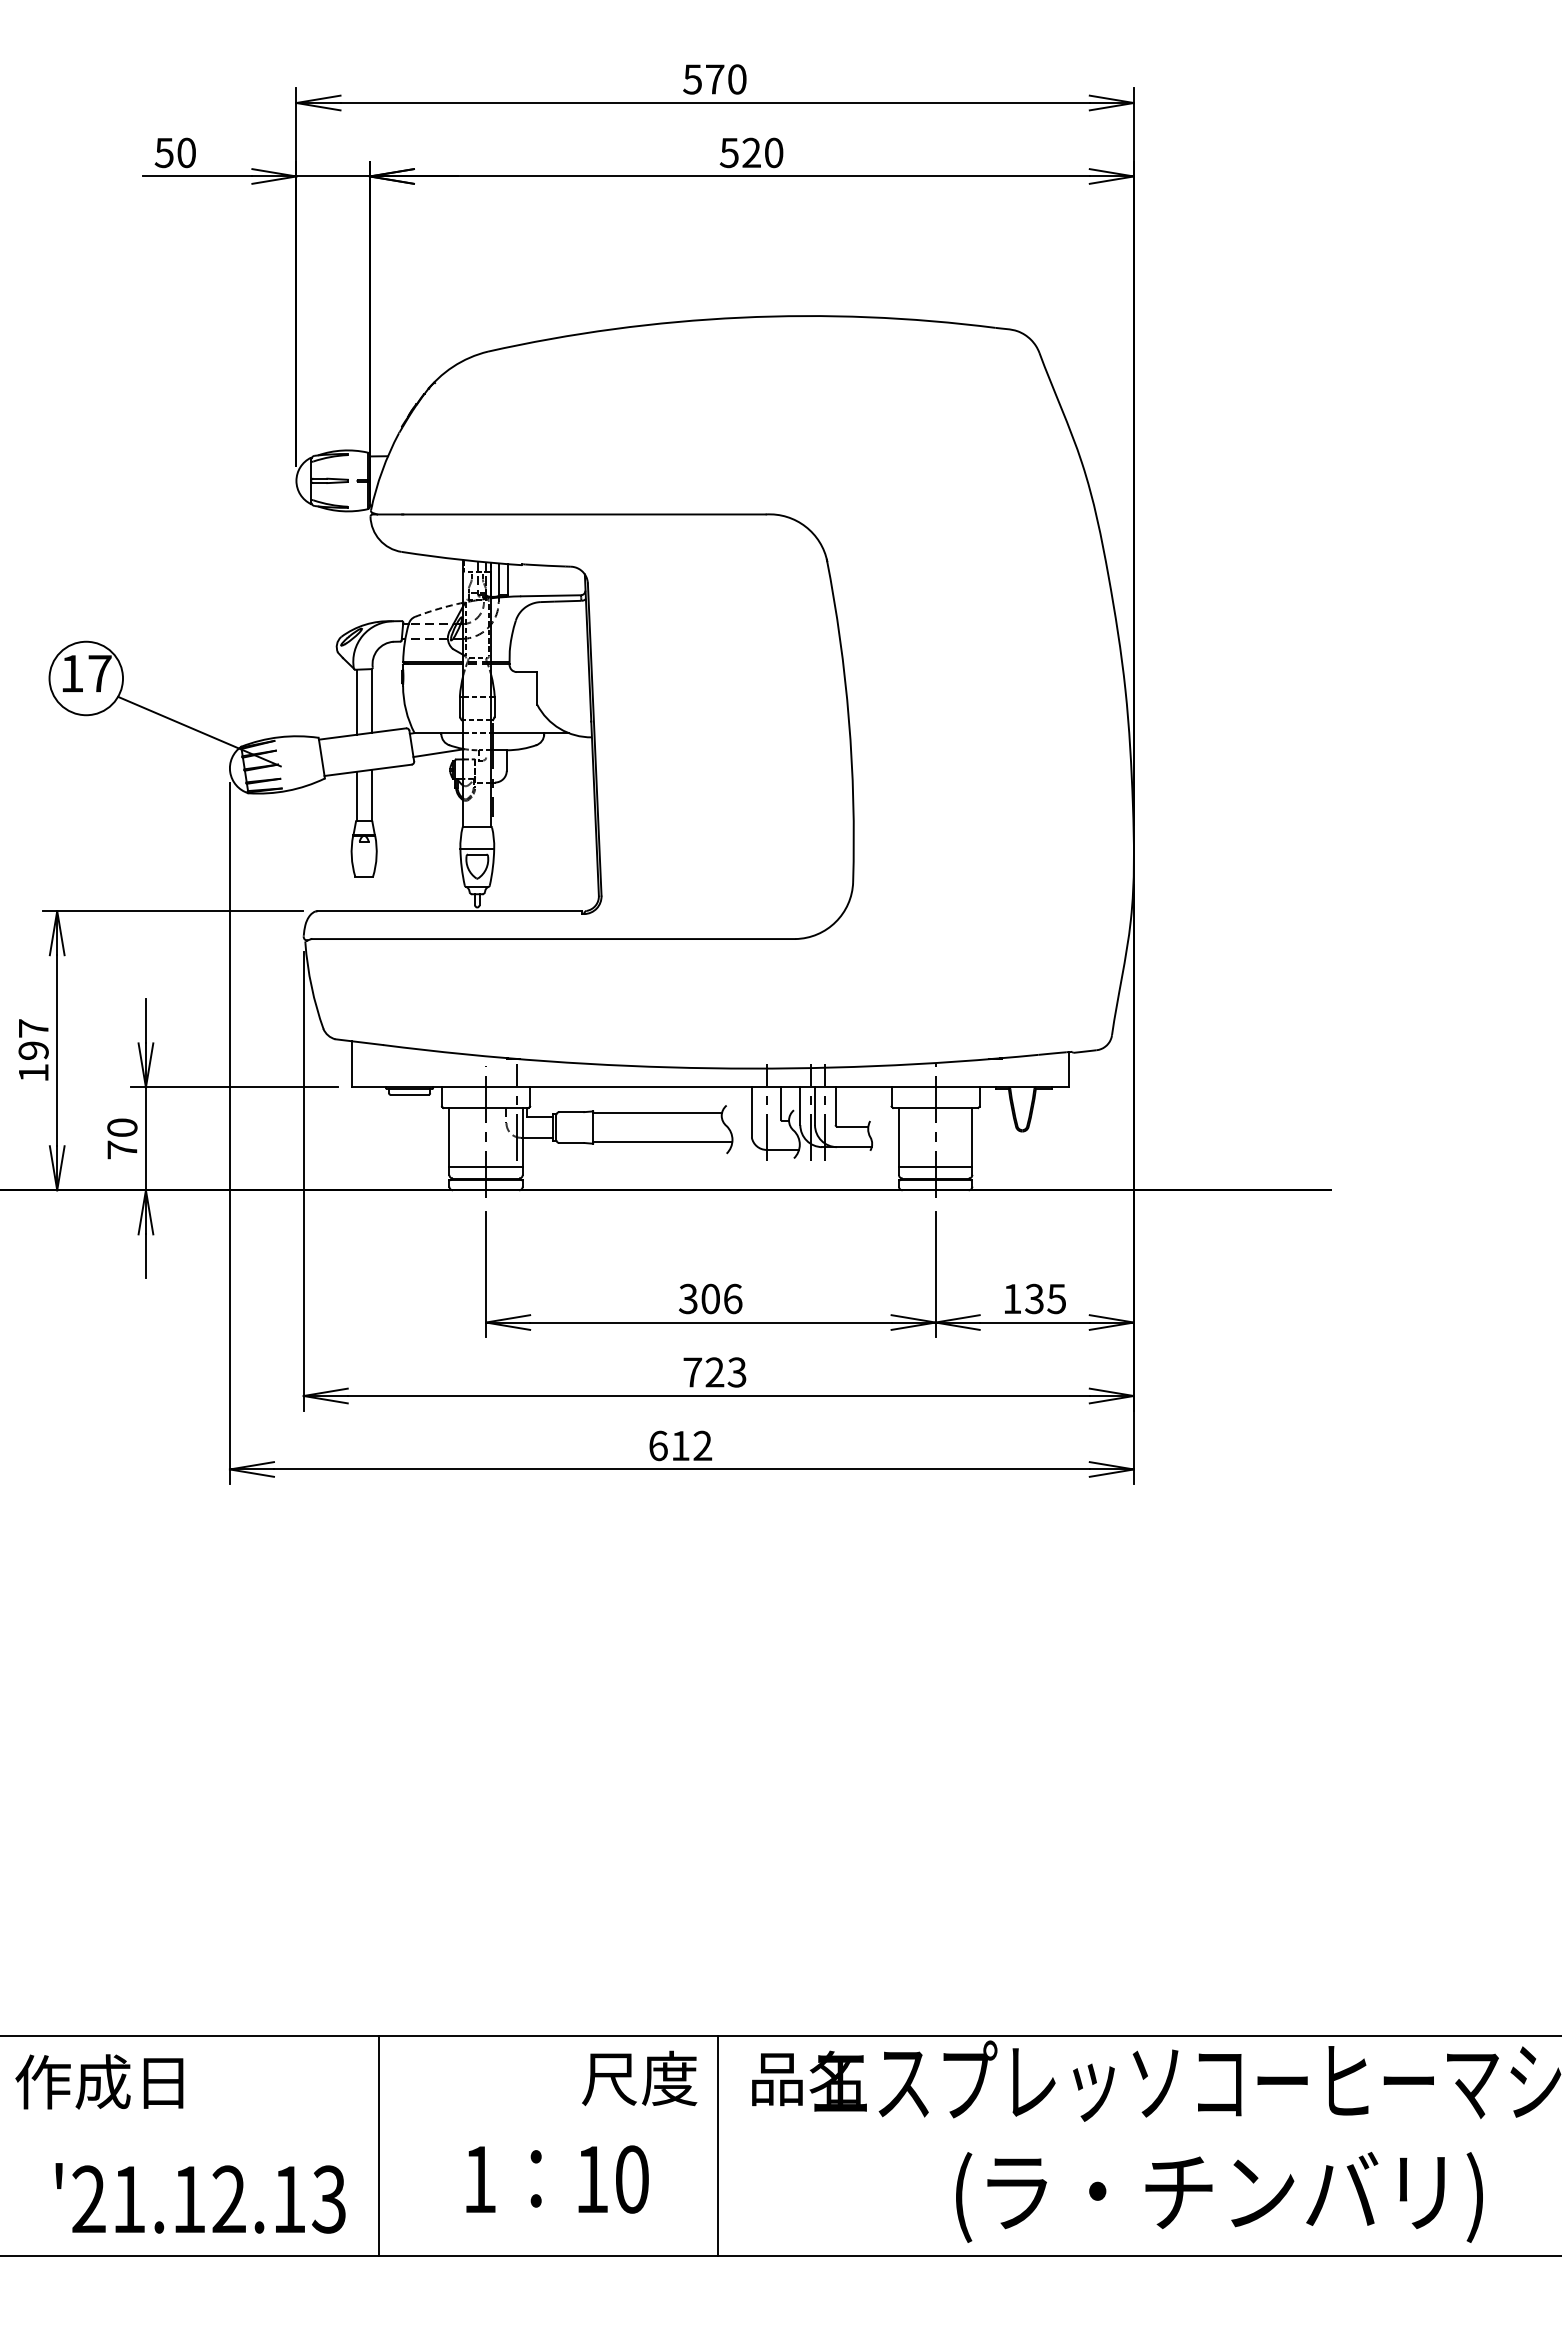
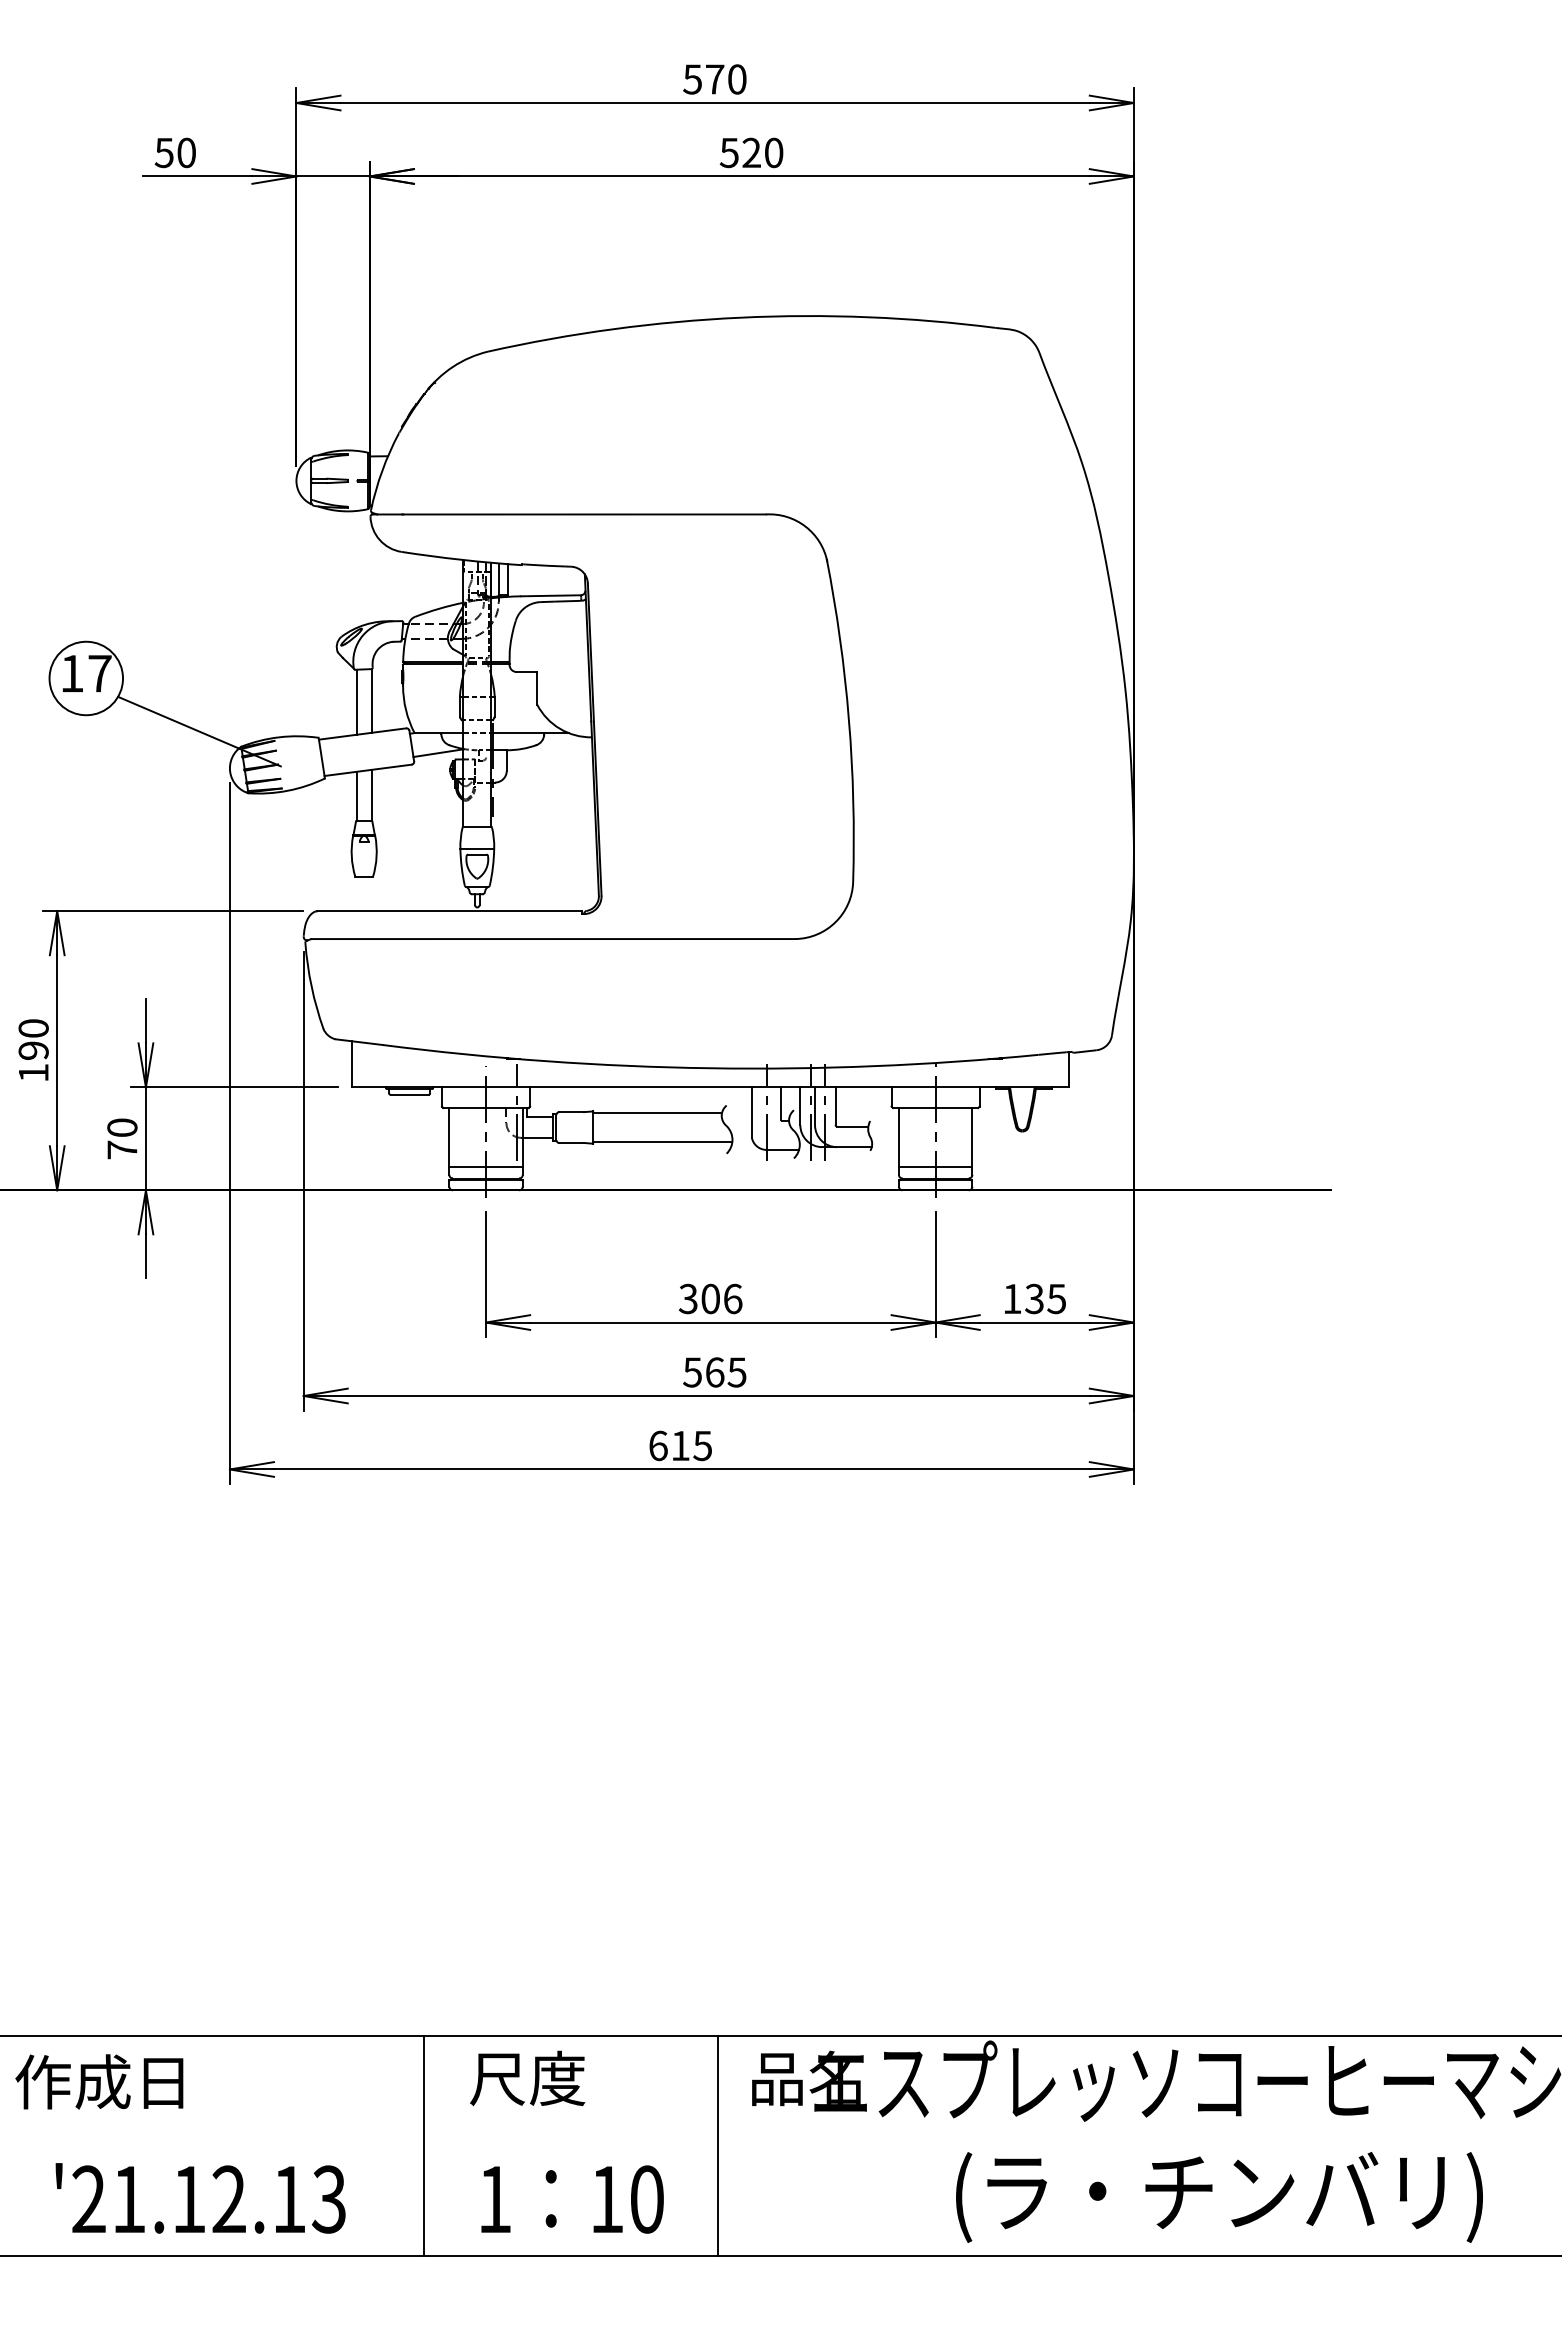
arc at (438, 608): dashed -> solid
text at (33, 1028): 197 -> 190
text at (714, 1372): 723 -> 565
text at (702, 1445): 612 -> 615
text at (639, 2078) position: (639, 2078) -> (527, 2078)
line at (379, 2145) position: (379, 2145) -> (424, 2145)
text at (557, 2179) position: (557, 2179) -> (572, 2199)
